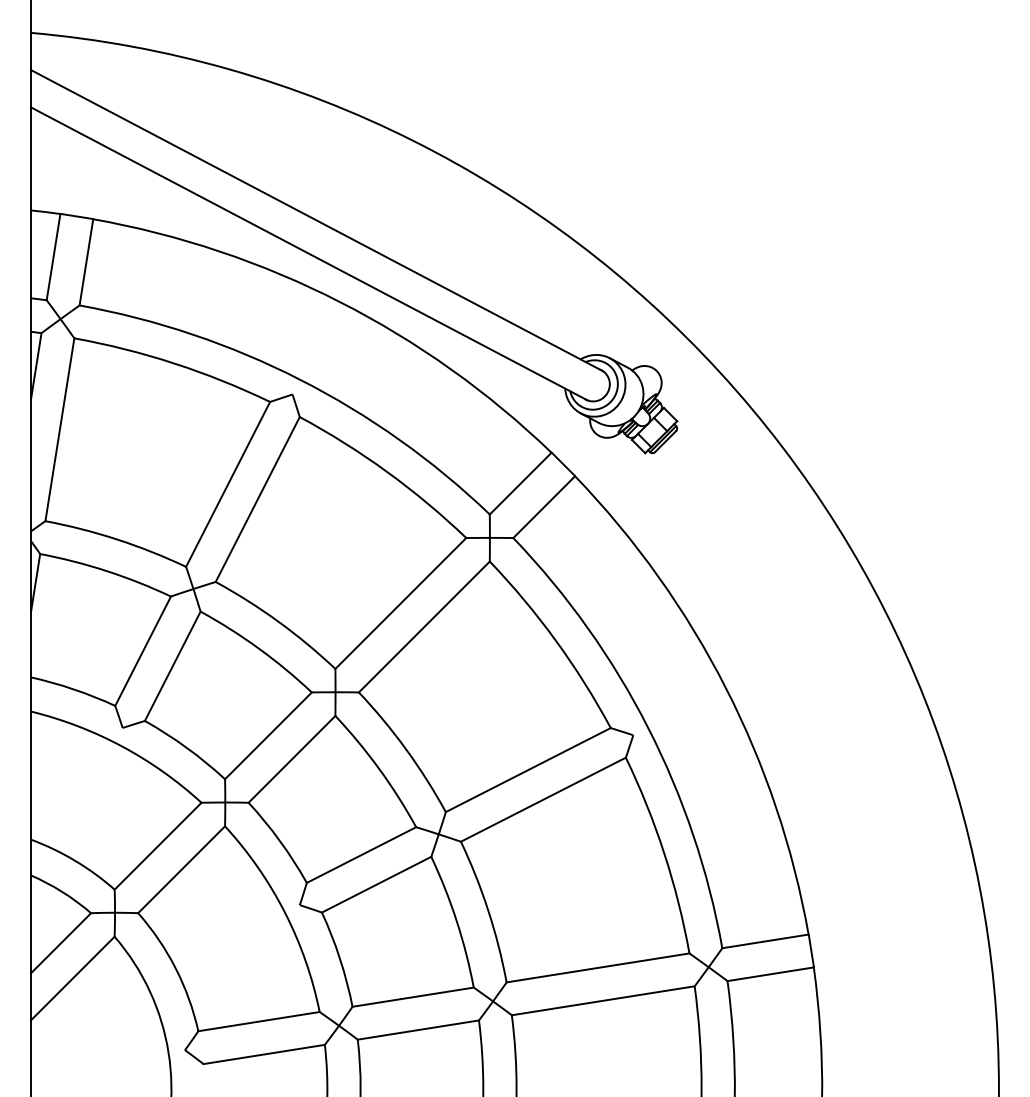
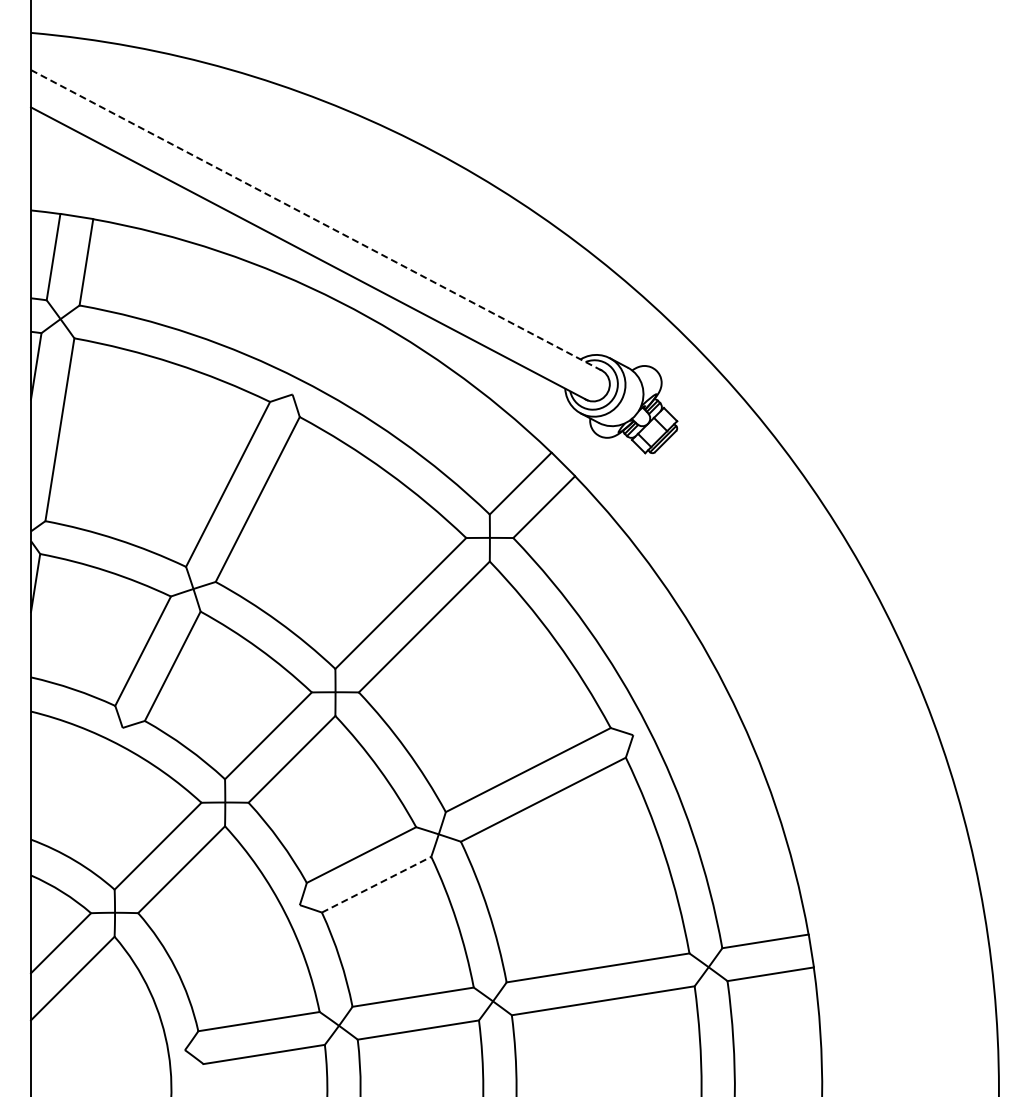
line at (317, 220): solid -> dashed
line at (377, 884): solid -> dashed
